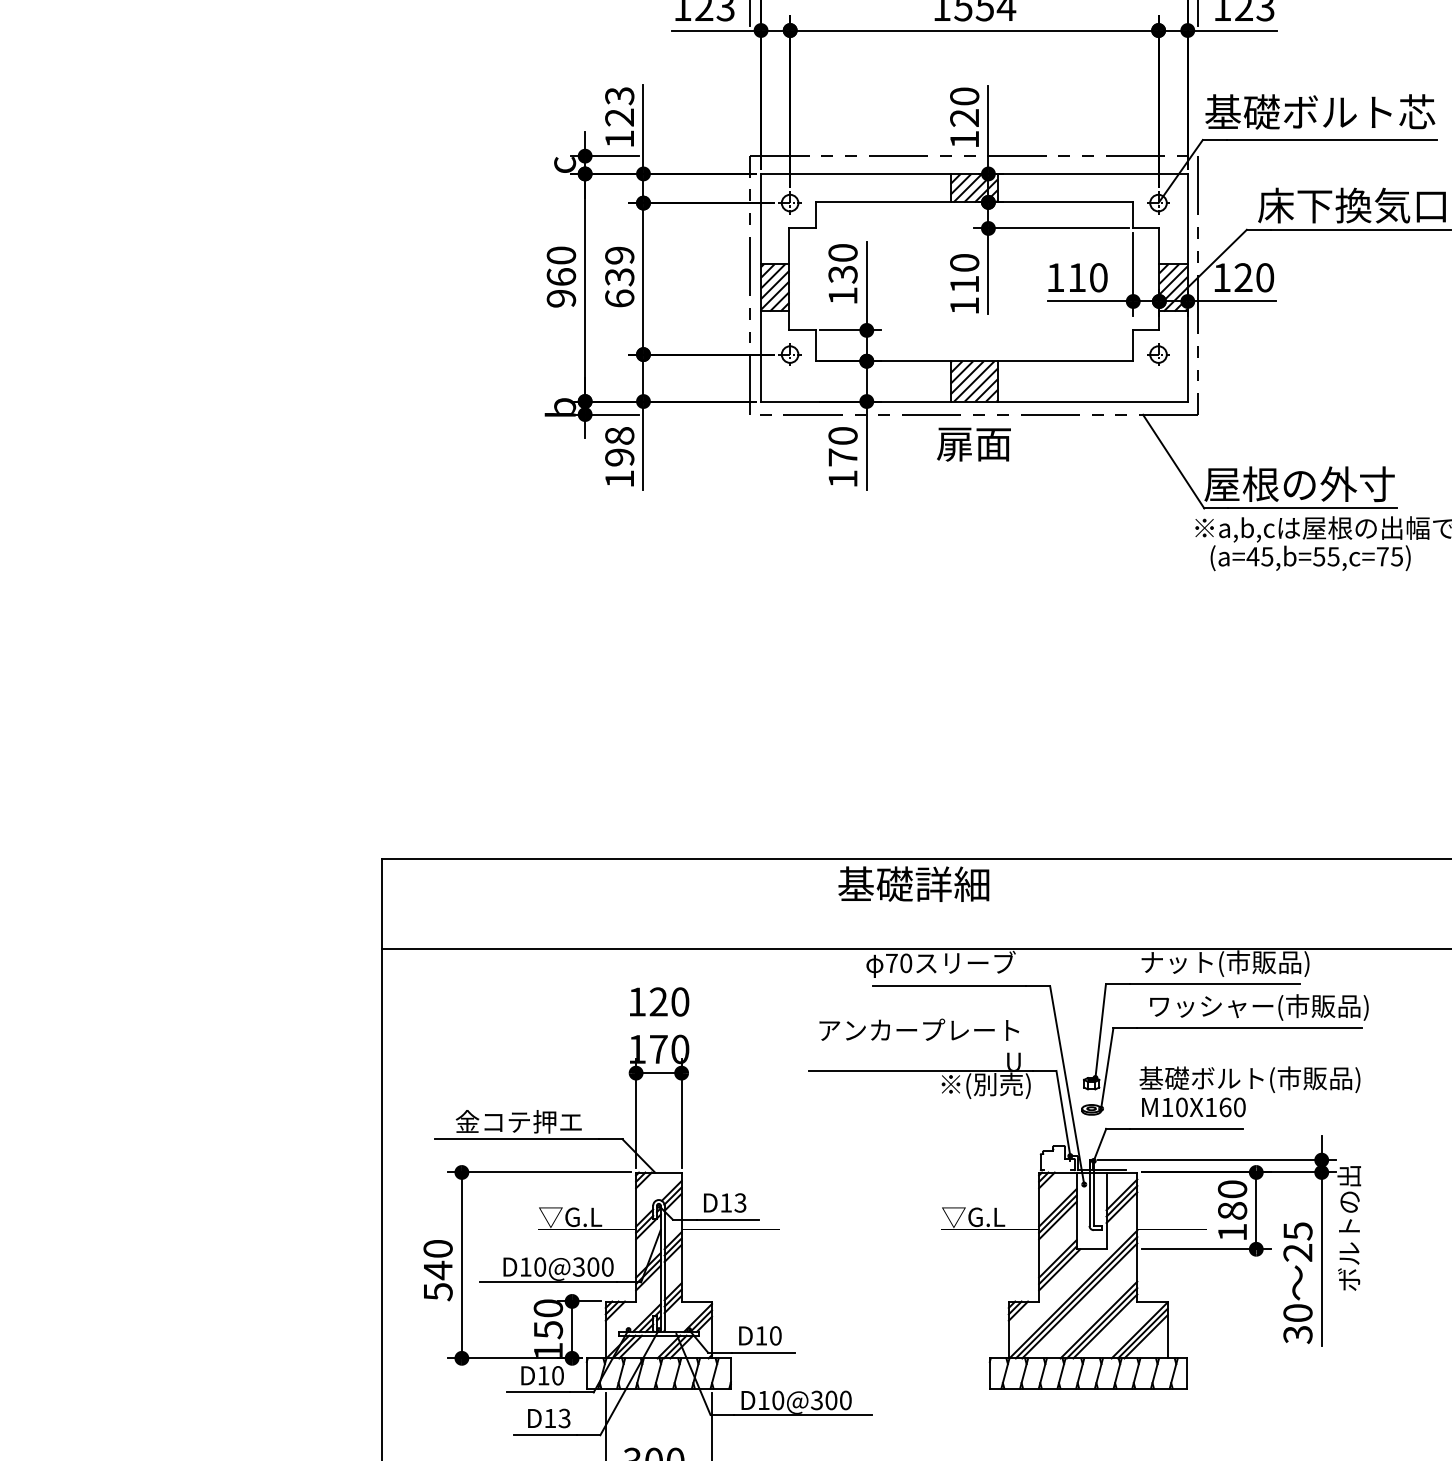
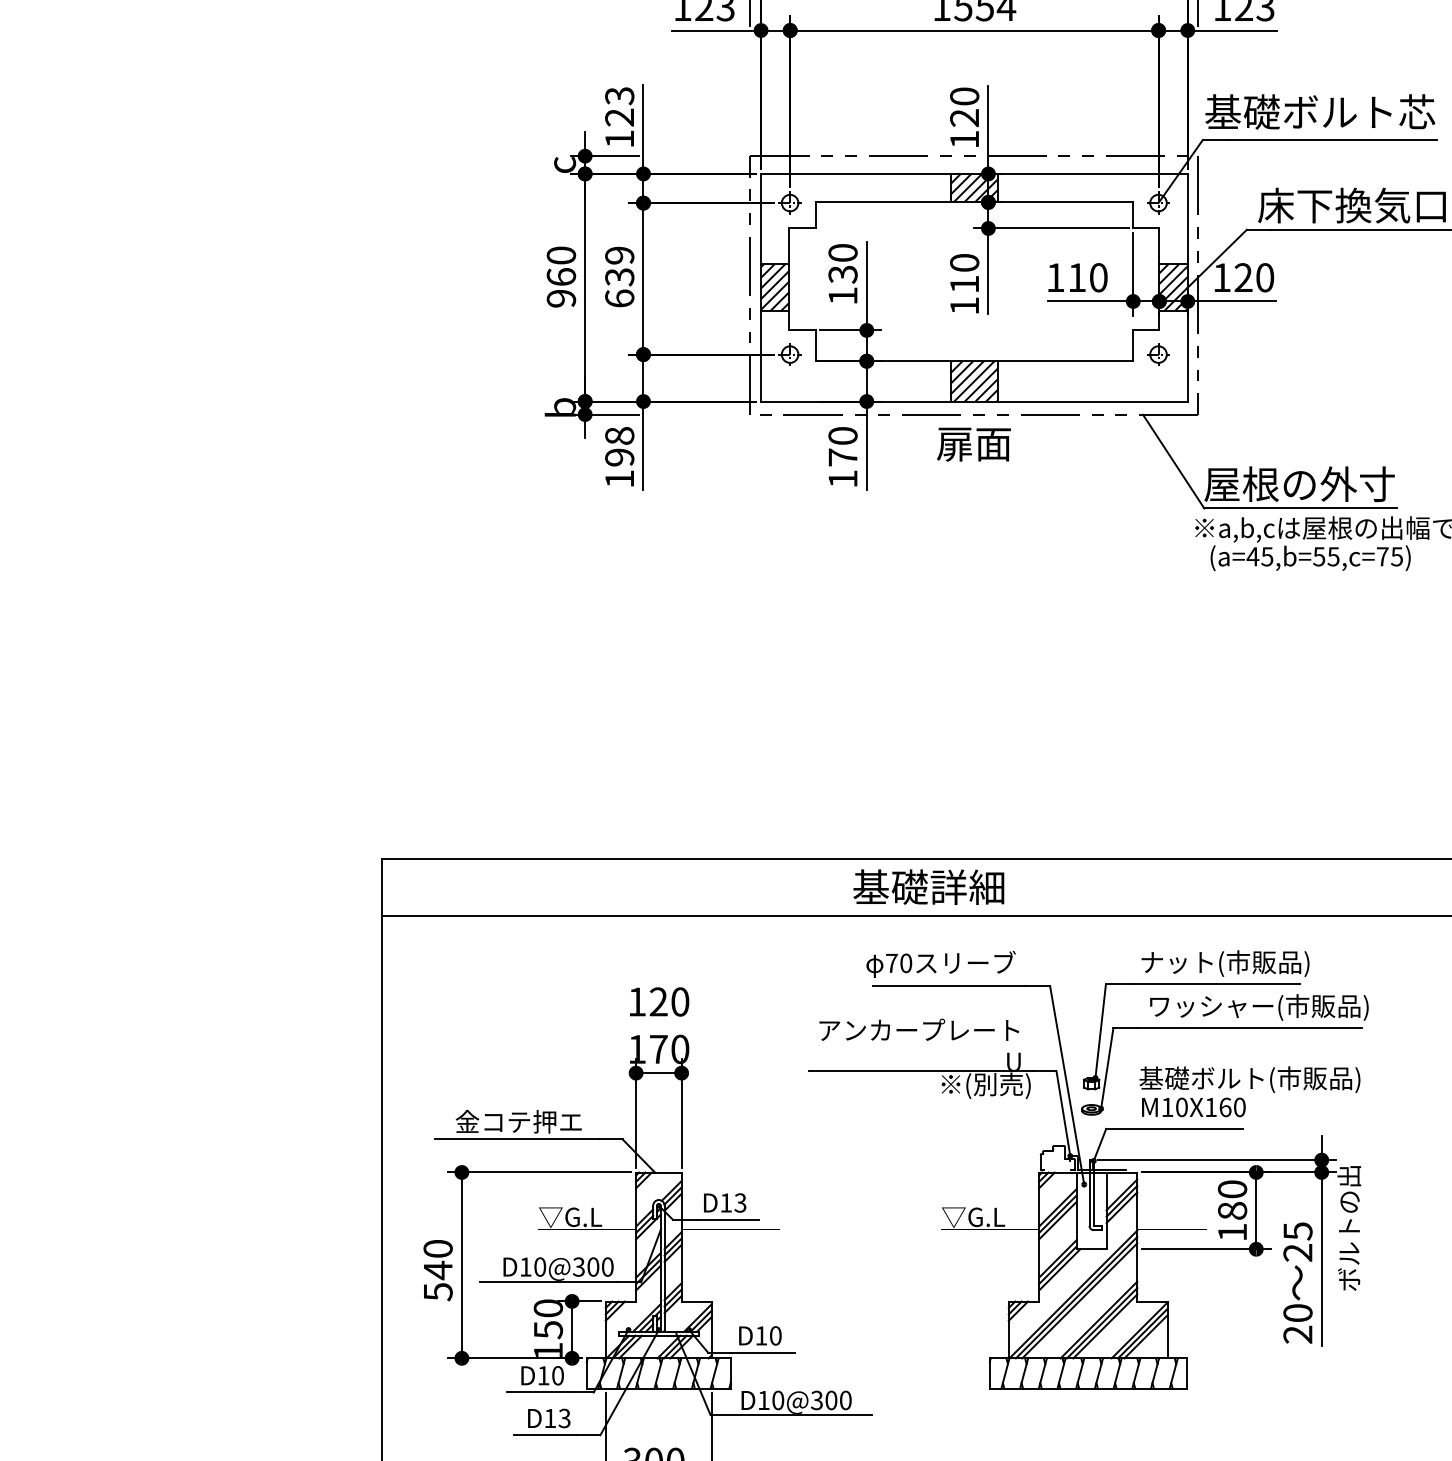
text at (913, 883) position: (913, 883) -> (928, 886)
line at (915, 949) position: (915, 949) -> (915, 916)
text at (1297, 1334): 30 -> 20
